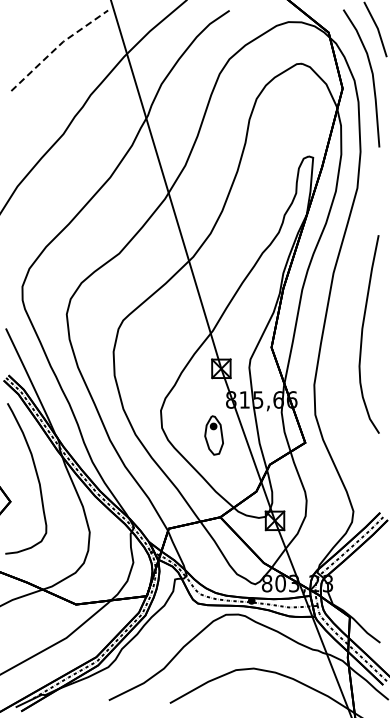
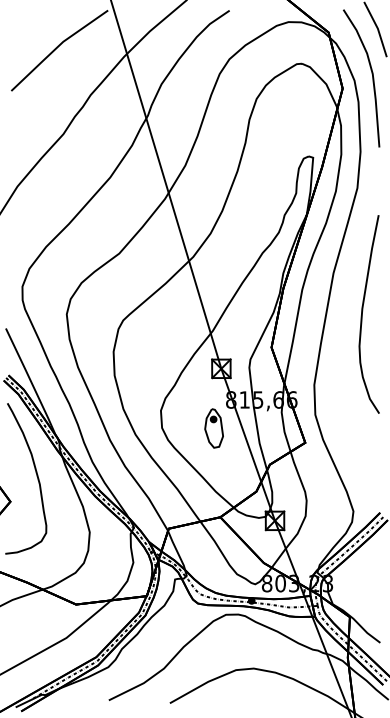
line at (57, 47): dashed -> solid
curve at (362, 334) position: (362, 334) -> (362, 314)
part at (213, 435) position: (213, 435) -> (213, 428)
